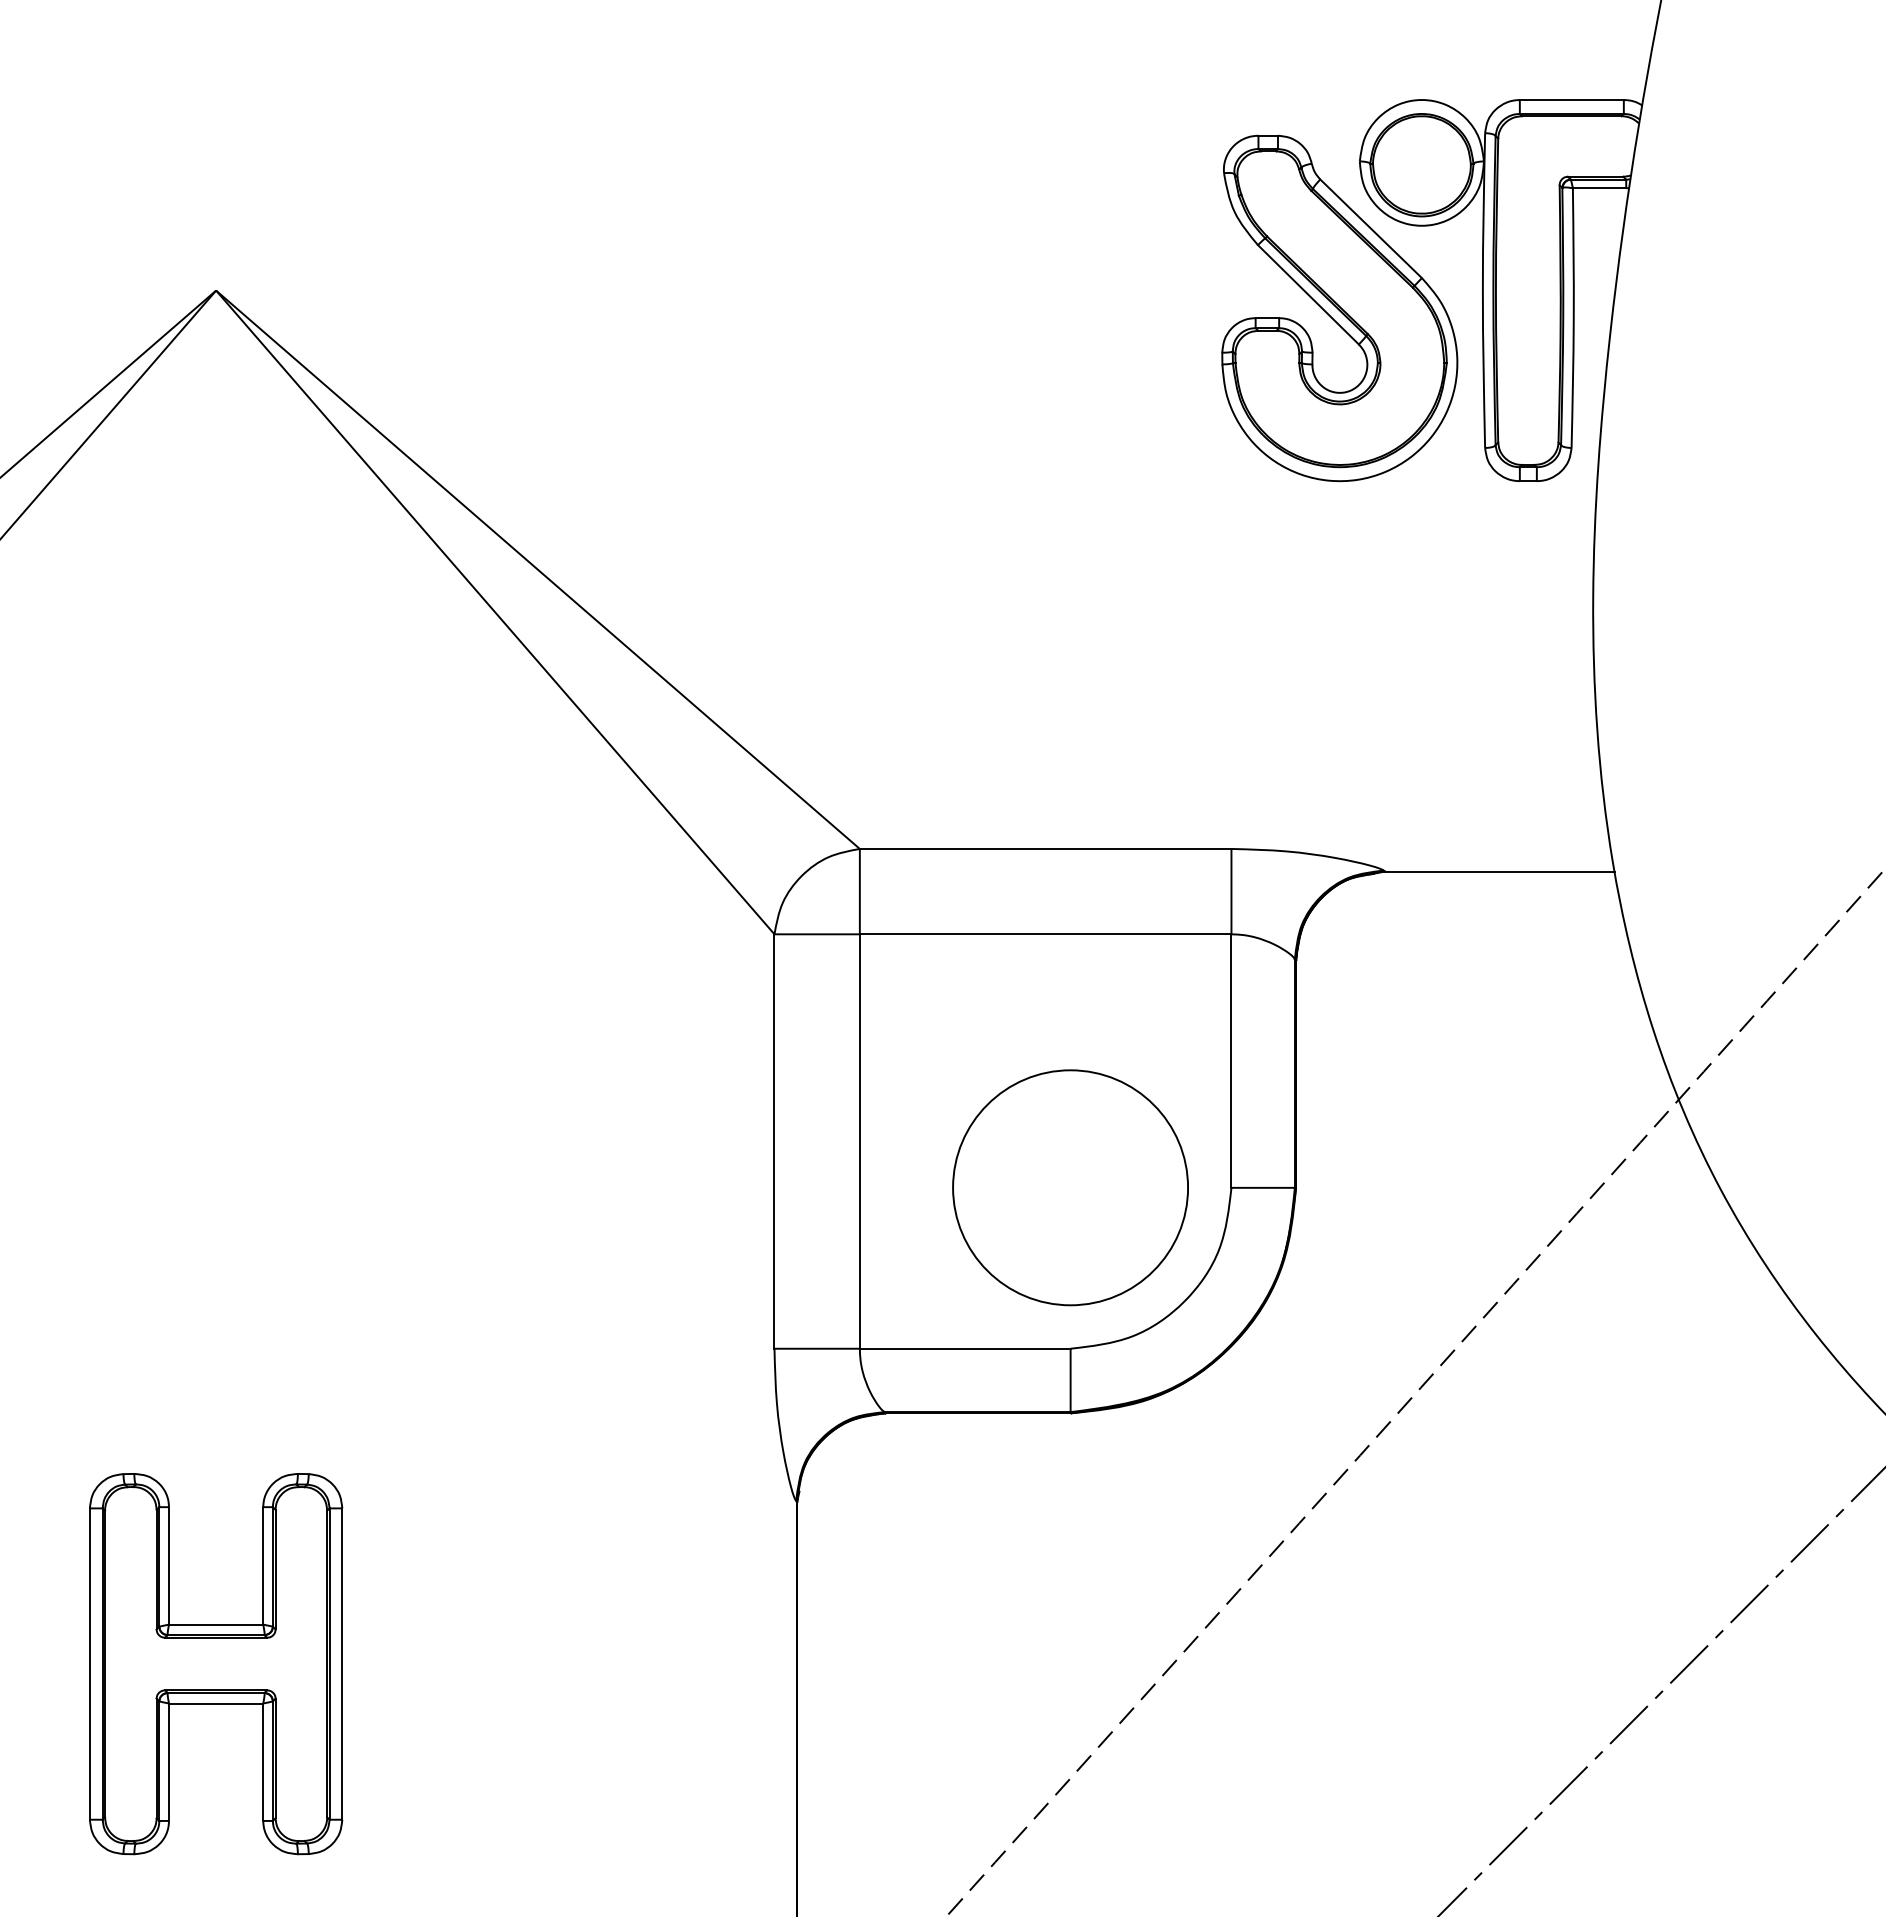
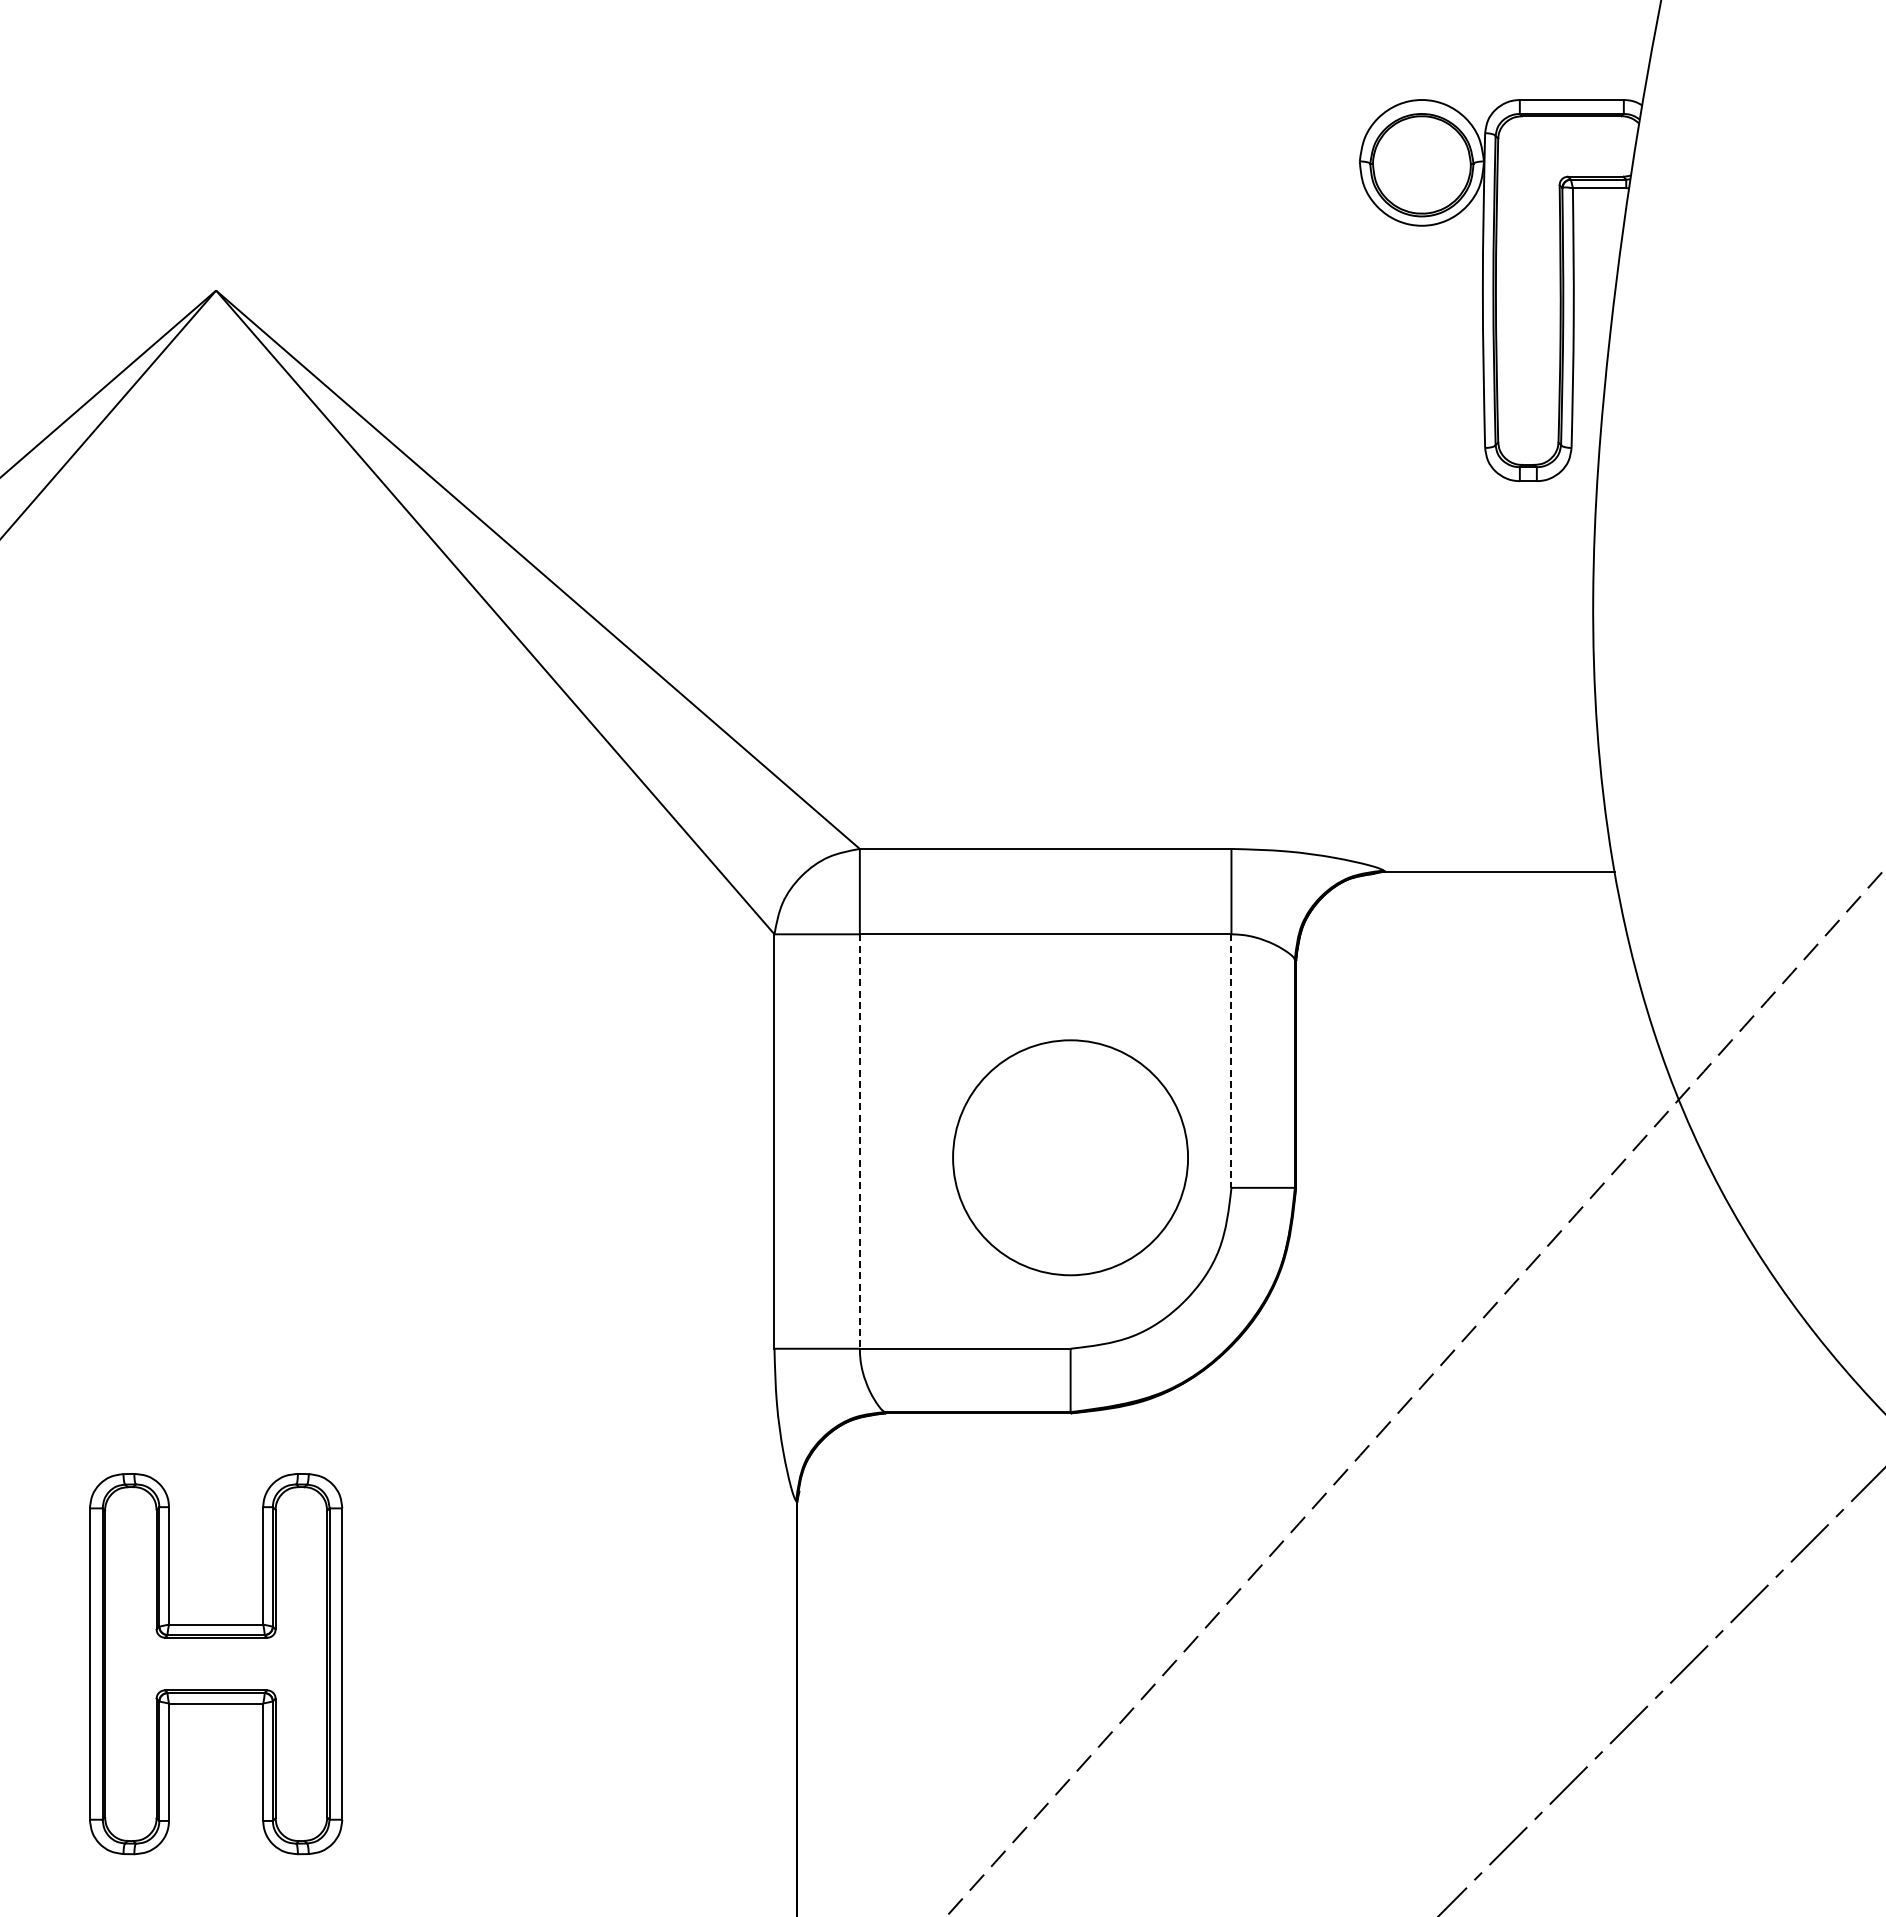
part at (1339, 308): present -> none
line at (1231, 1061): solid -> dashed
line at (859, 1142): solid -> dashed
circle at (1070, 1187) position: (1070, 1187) -> (1070, 1157)
